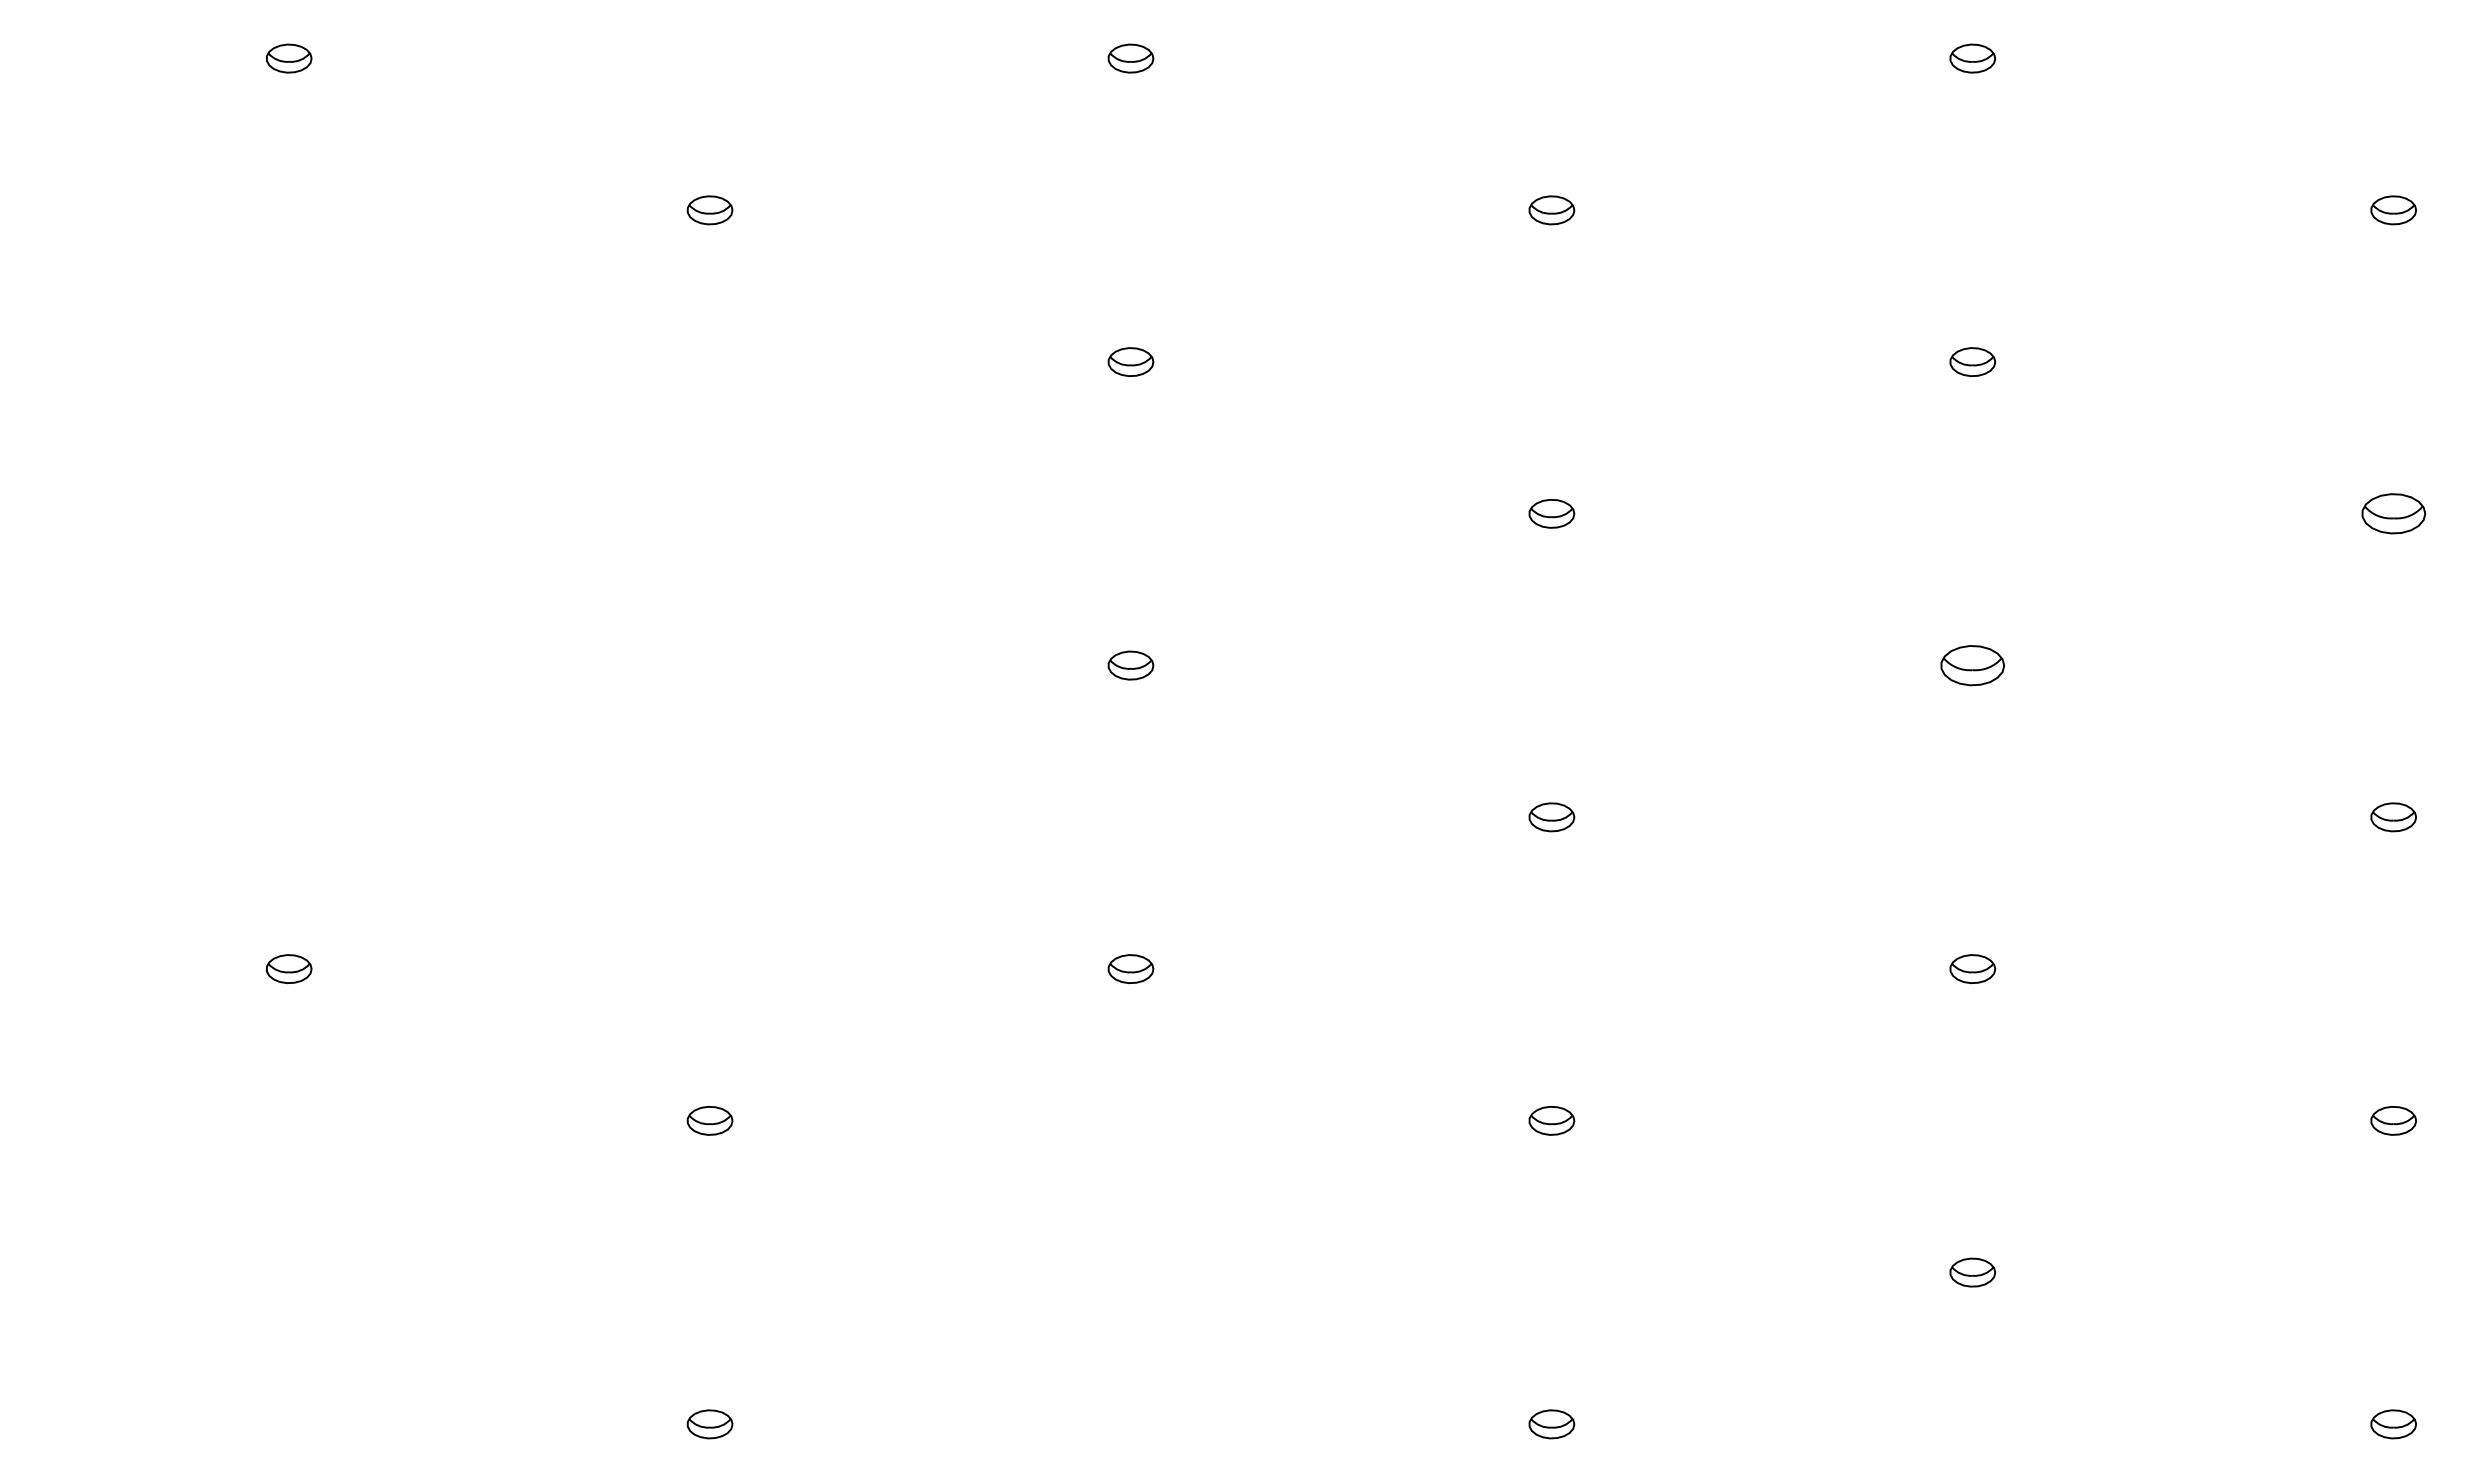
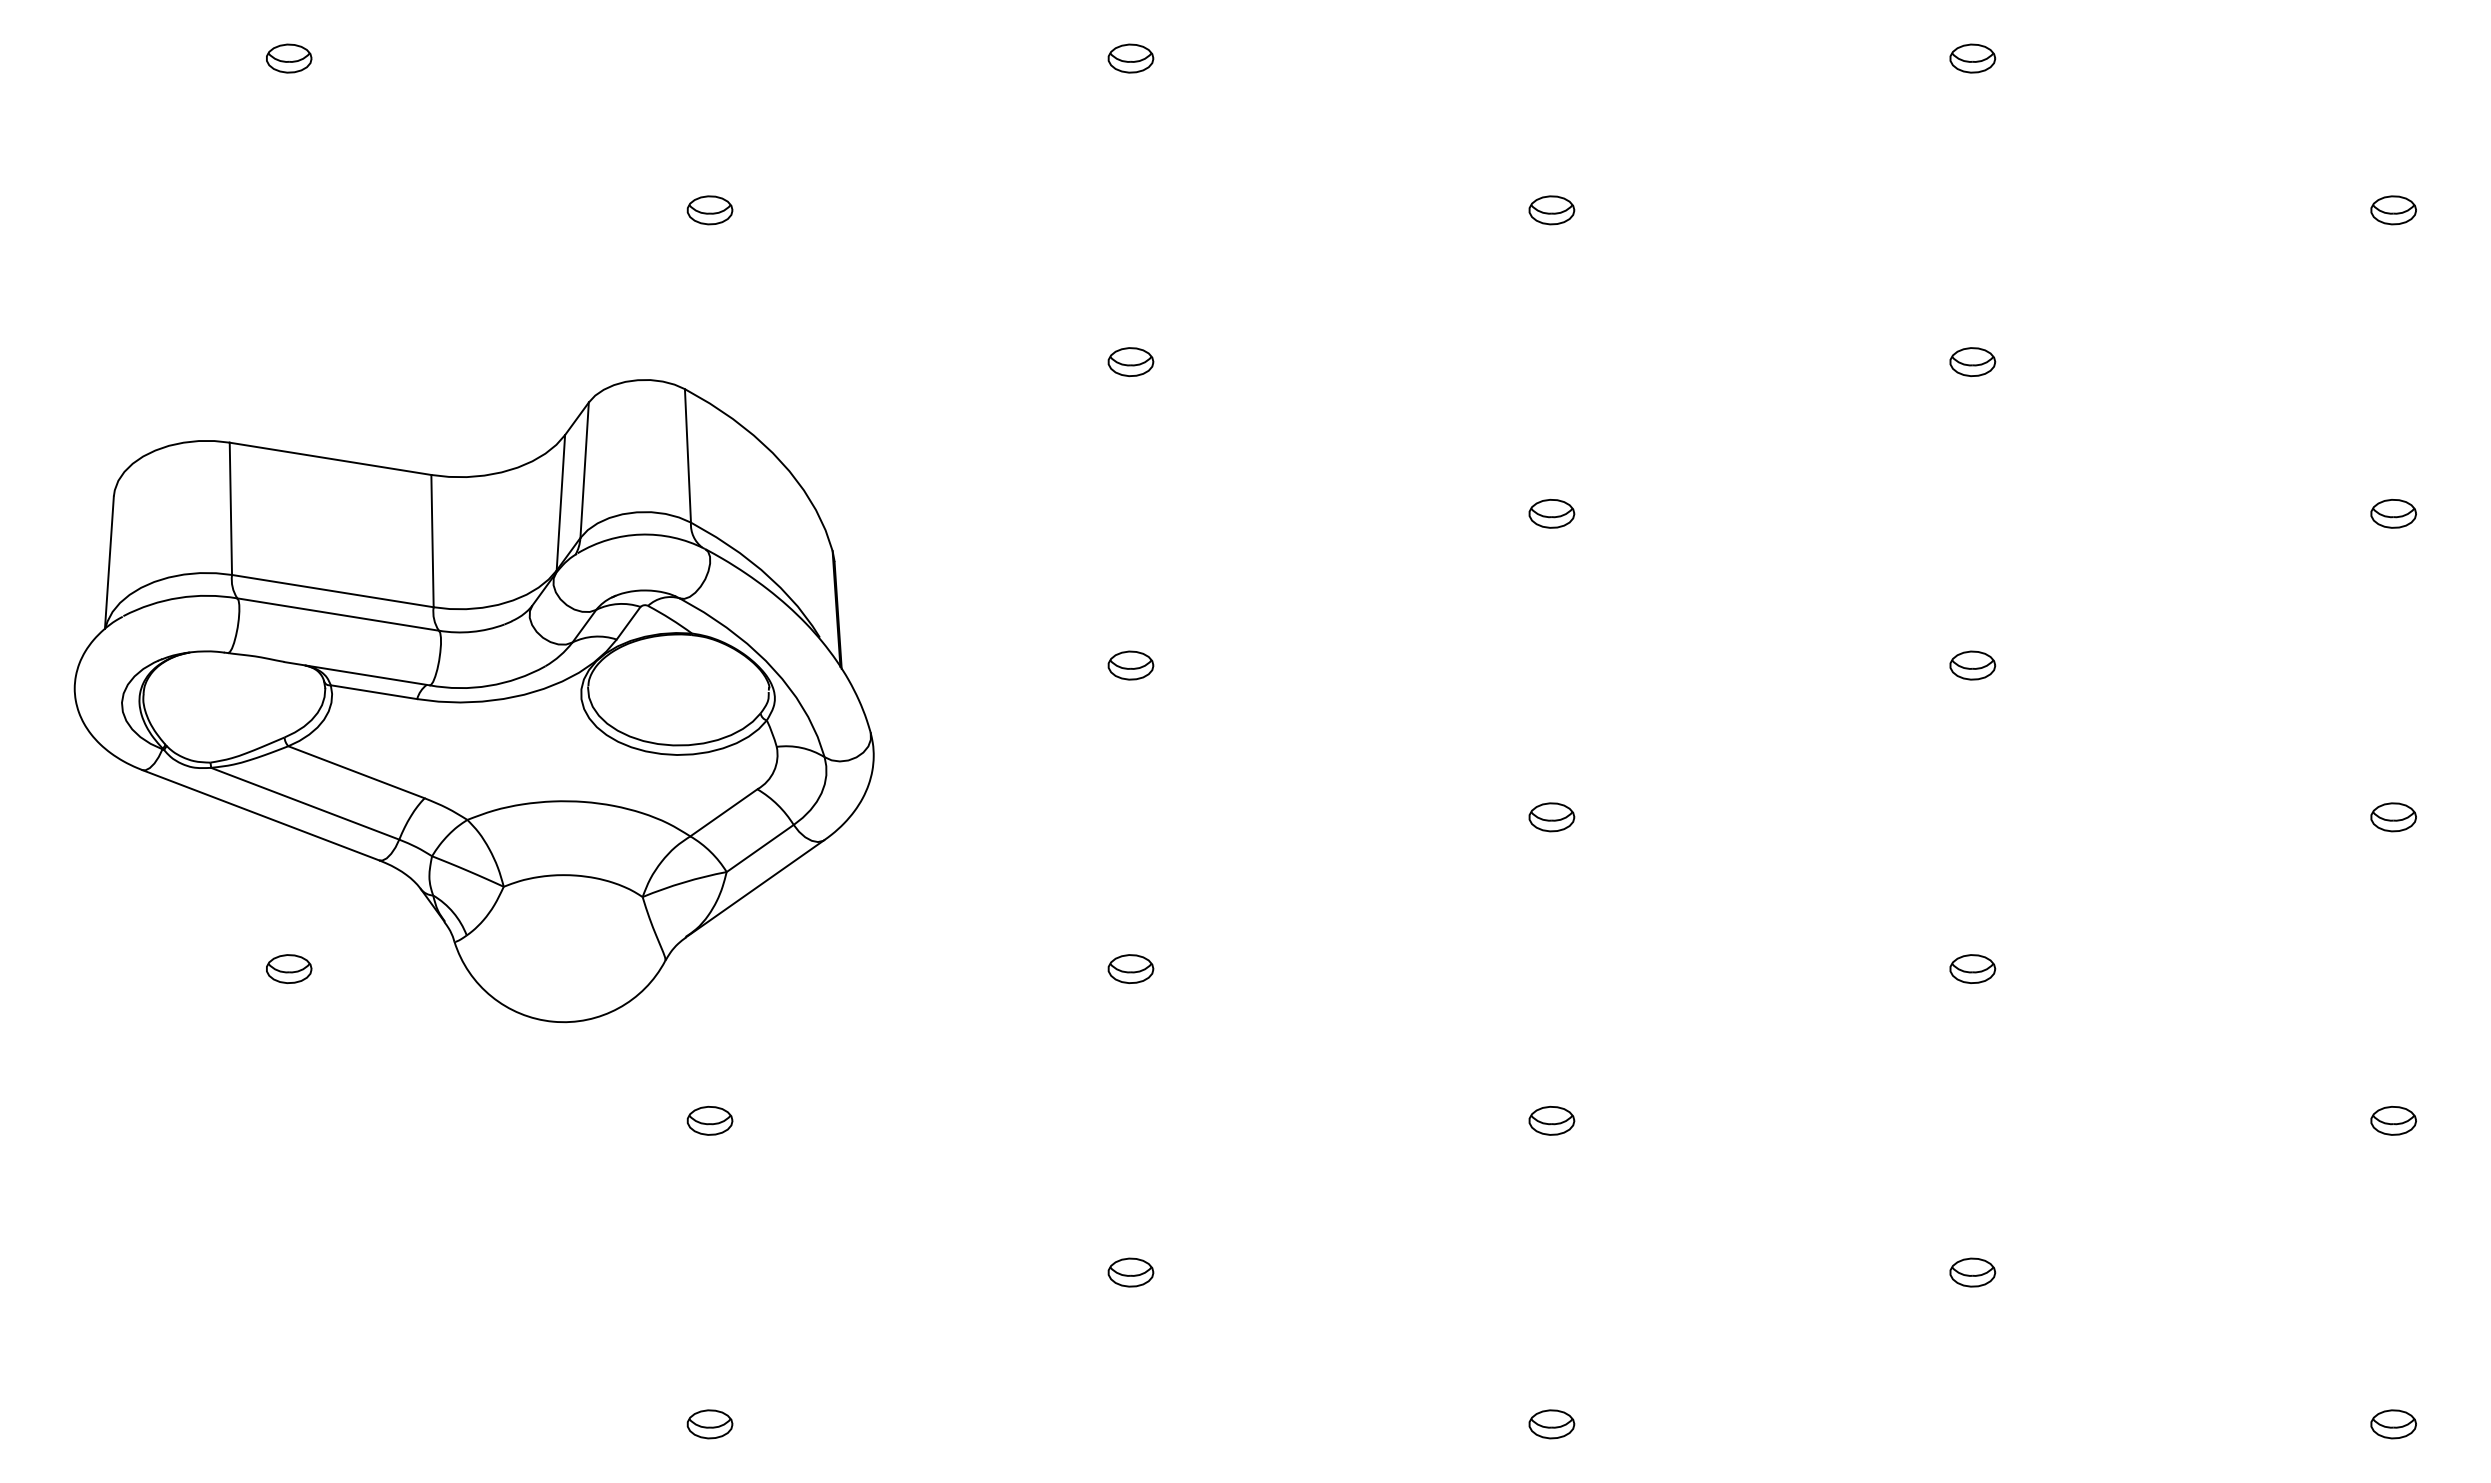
part at (2393, 513) size: 66x42 px -> 47x30 px
part at (1972, 665) size: 65x42 px -> 48x31 px
part at (473, 701): none -> present
part at (1130, 1272): none -> present
